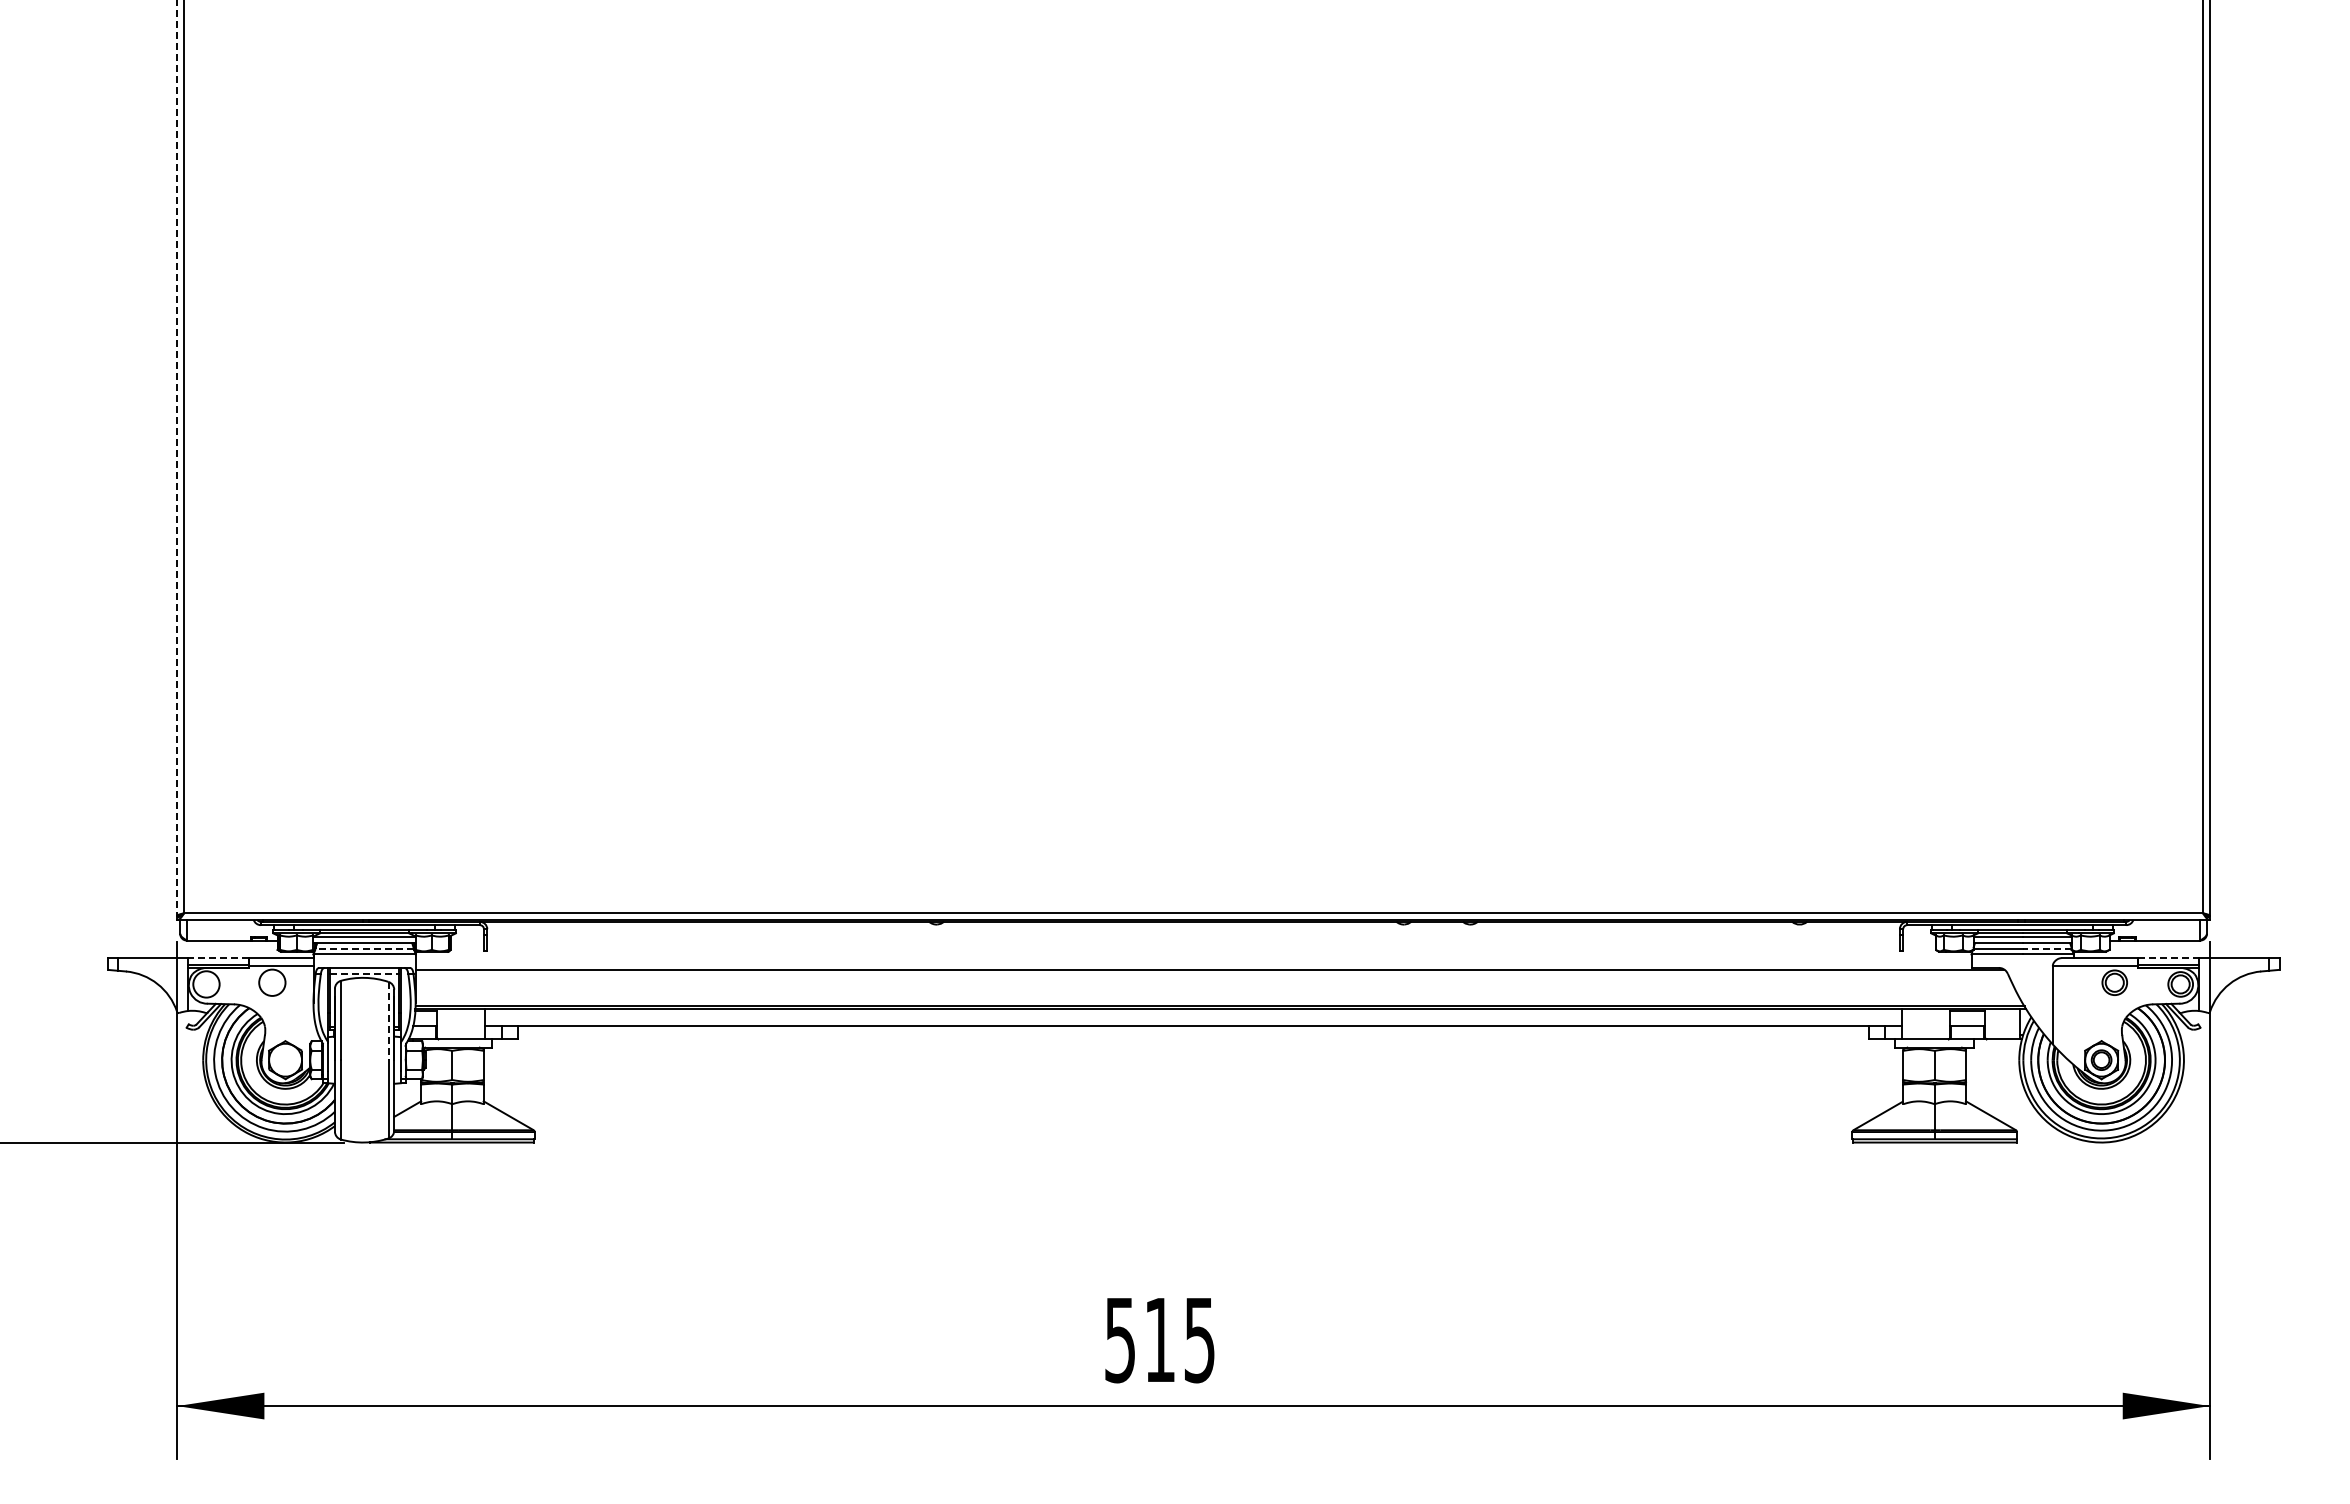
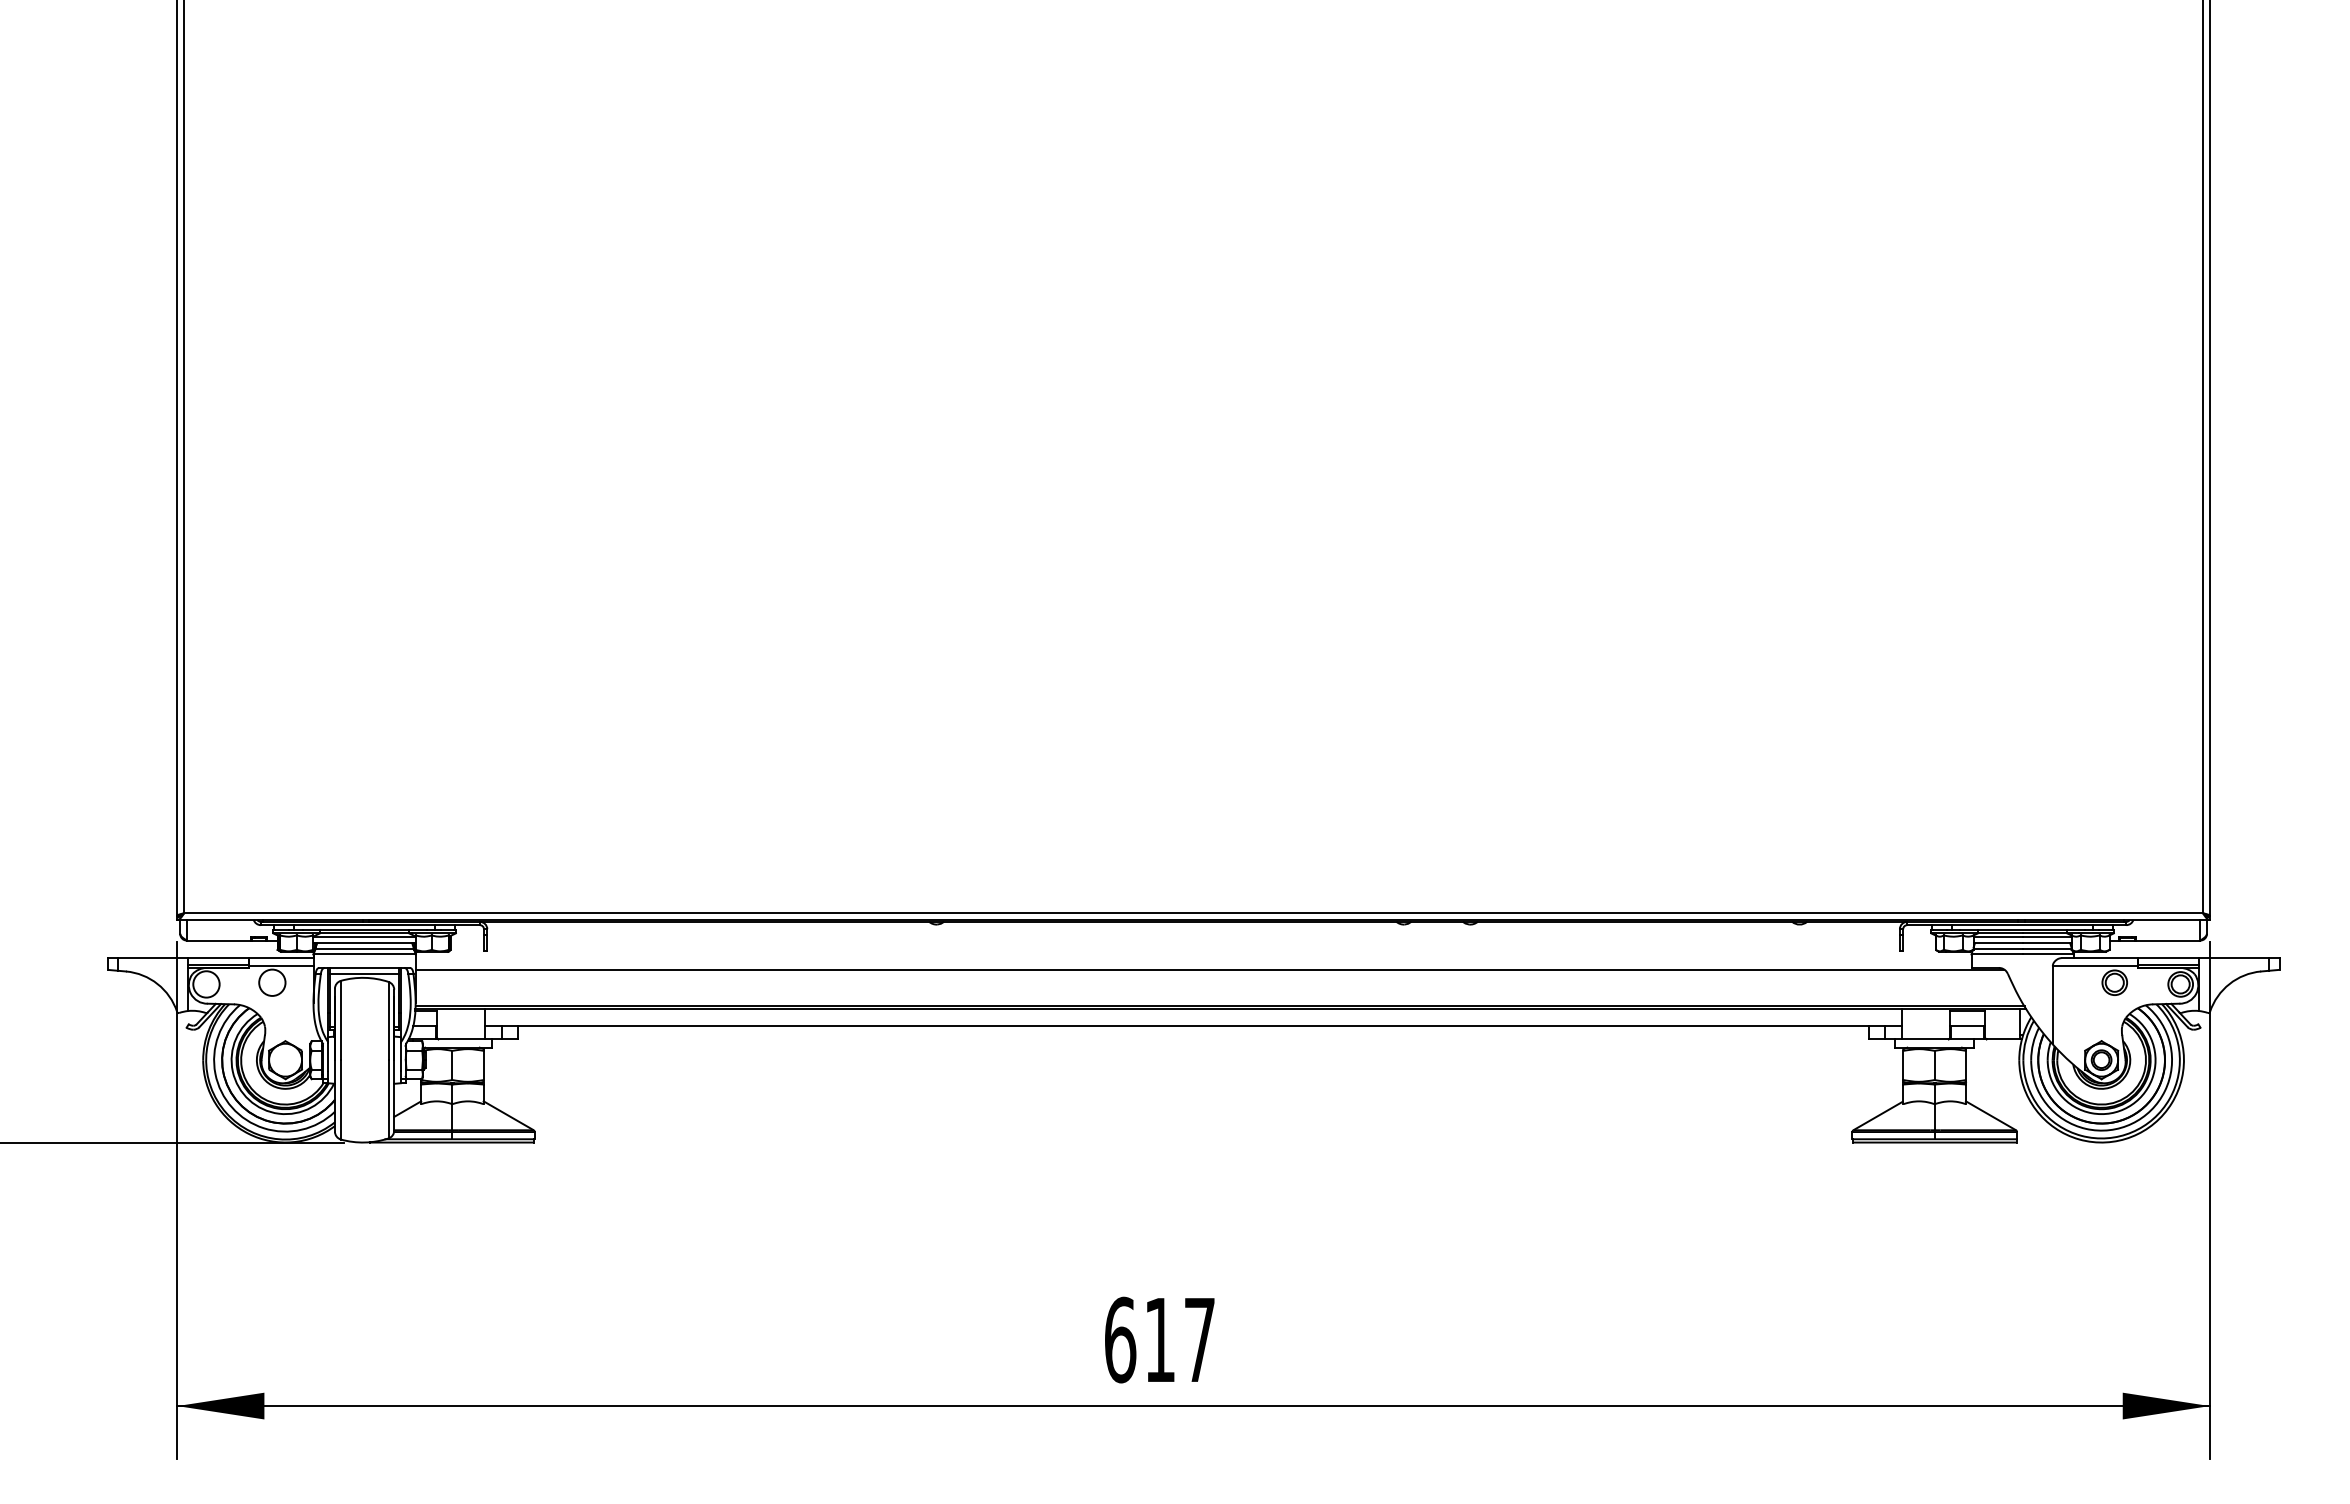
line at (177, 458): dashed -> solid
line at (364, 949): dashed -> solid
line at (2046, 949): dashed -> solid
line at (218, 958): dashed -> solid
line at (2168, 958): dashed -> solid
line at (364, 973): dashed -> solid
line at (388, 1021): dashed -> solid
text at (1159, 1339): 515 -> 617
